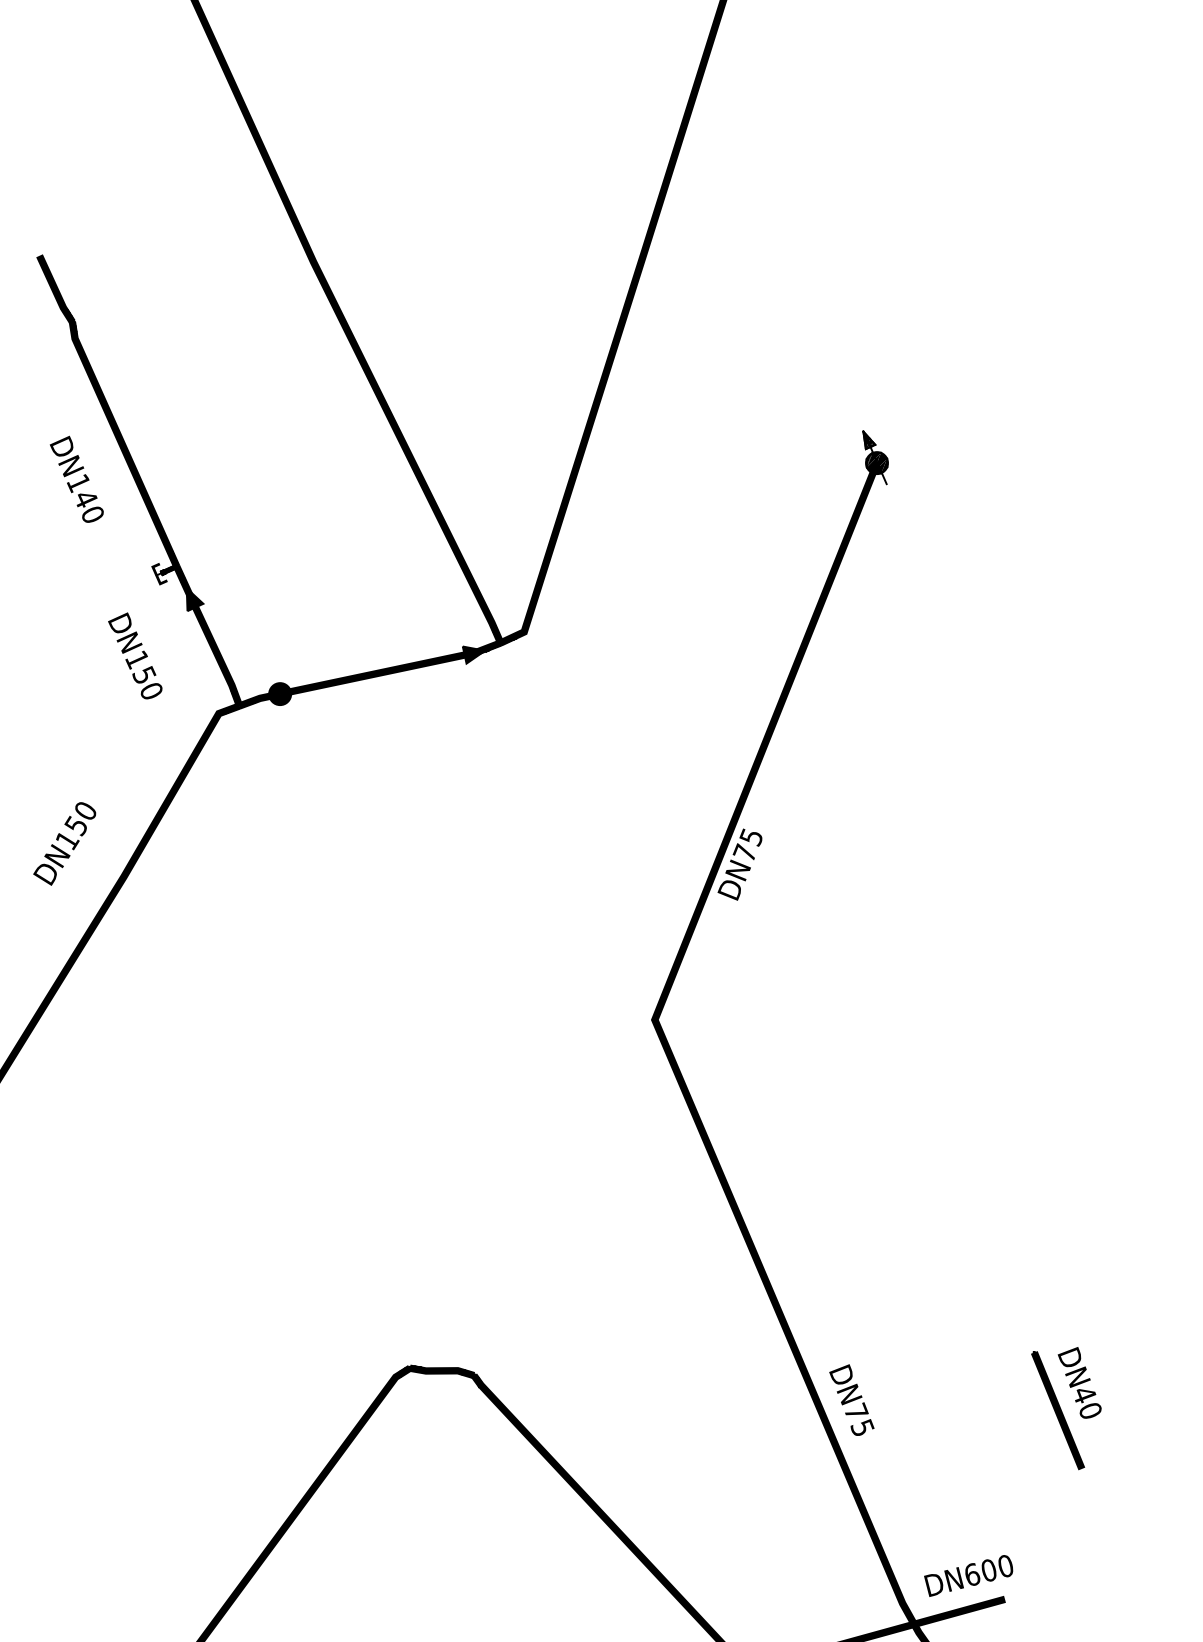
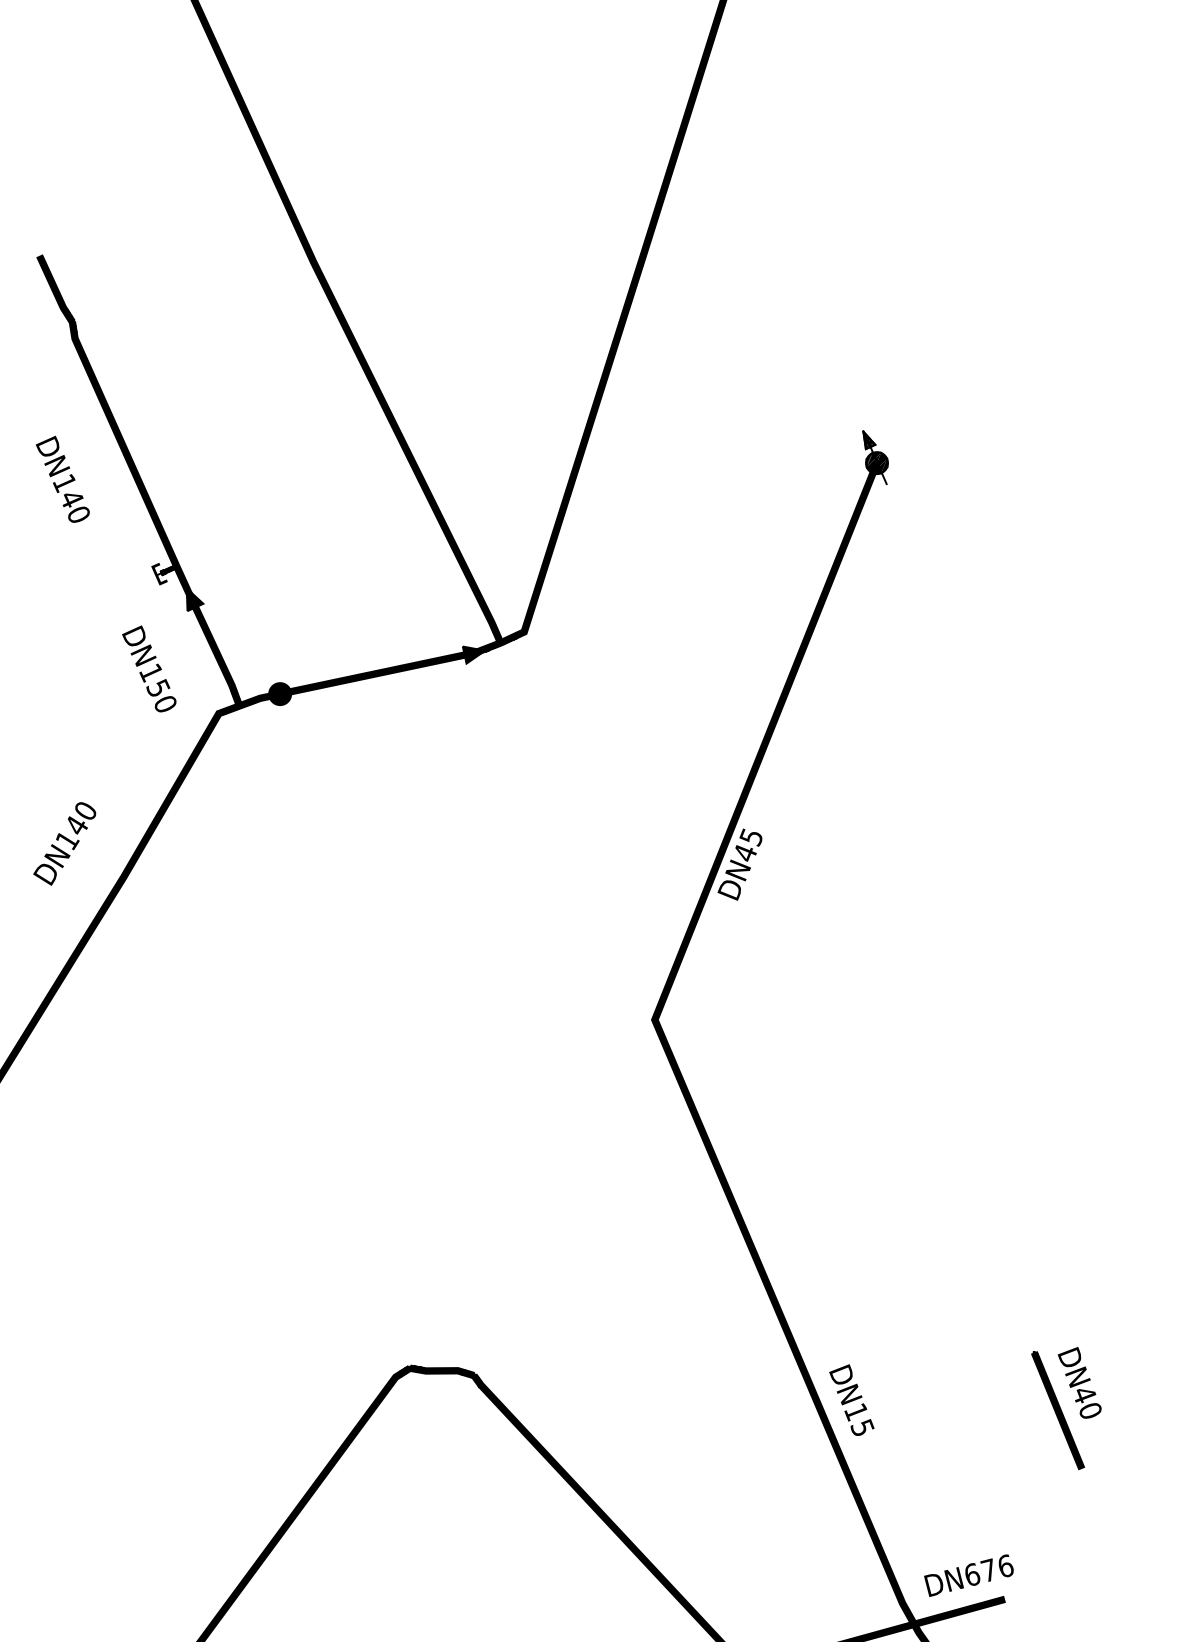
text at (76, 478) position: (76, 478) -> (62, 478)
text at (135, 655) position: (135, 655) -> (149, 668)
text at (75, 825): DN150 -> DN140
text at (744, 852): DN75 -> DN45
text at (856, 1411): DN75 -> DN15
text at (996, 1567): DN600 -> DN676
